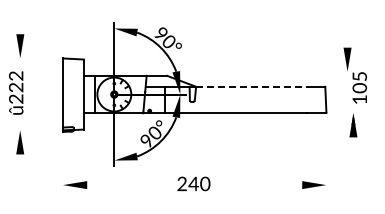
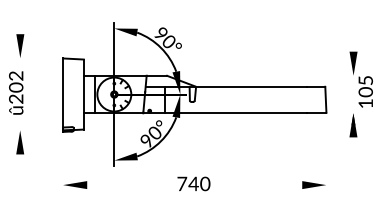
text at (354, 75) position: (354, 75) -> (360, 79)
line at (251, 86): dashed -> solid
text at (16, 87): 222 -> 202
text at (182, 183): 240 -> 740
